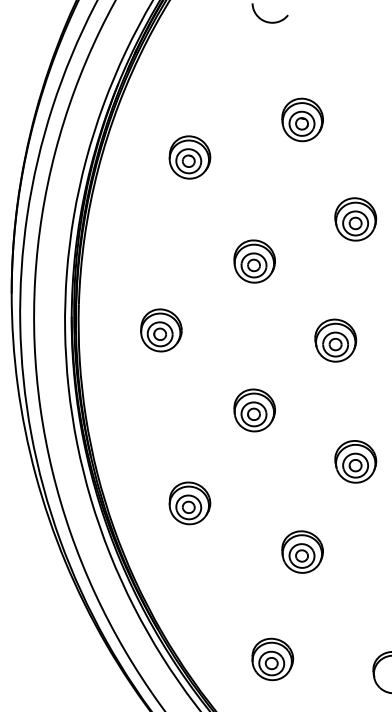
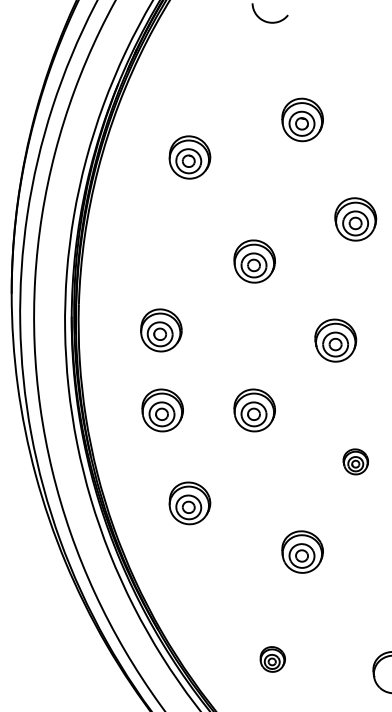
part at (162, 410): none -> present
part at (355, 461) size: 44x44 px -> 27x28 px
part at (272, 659) size: 44x45 px -> 27x27 px
